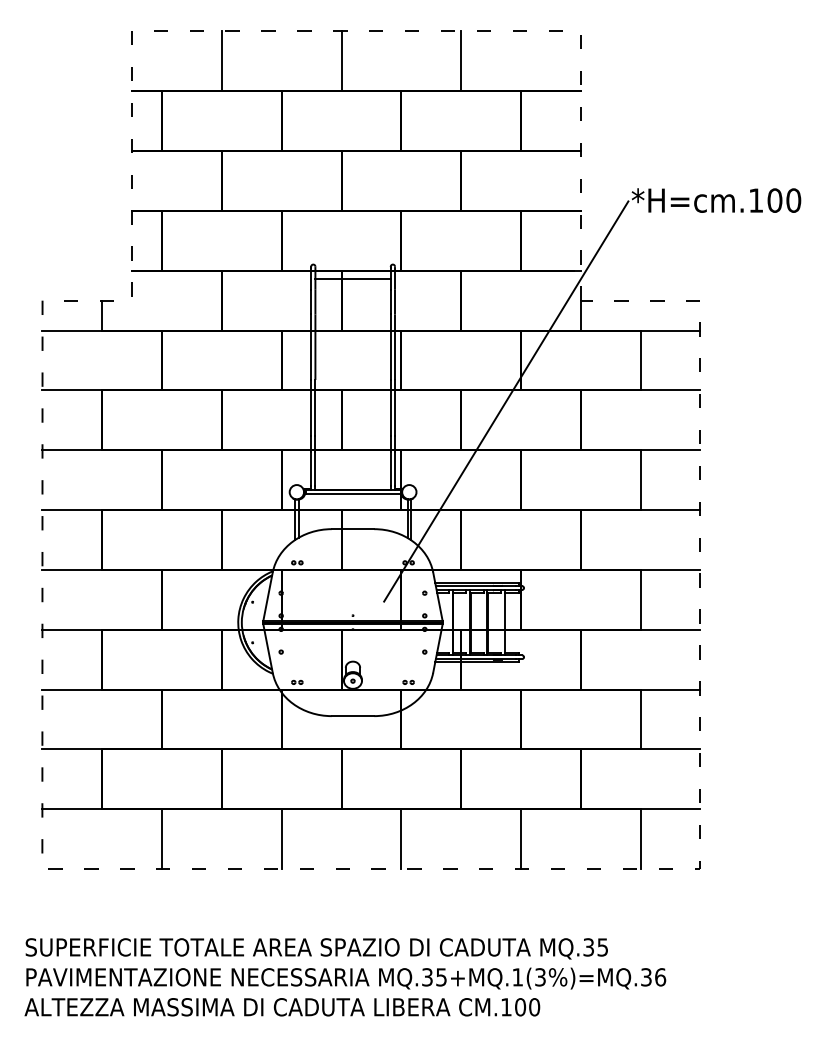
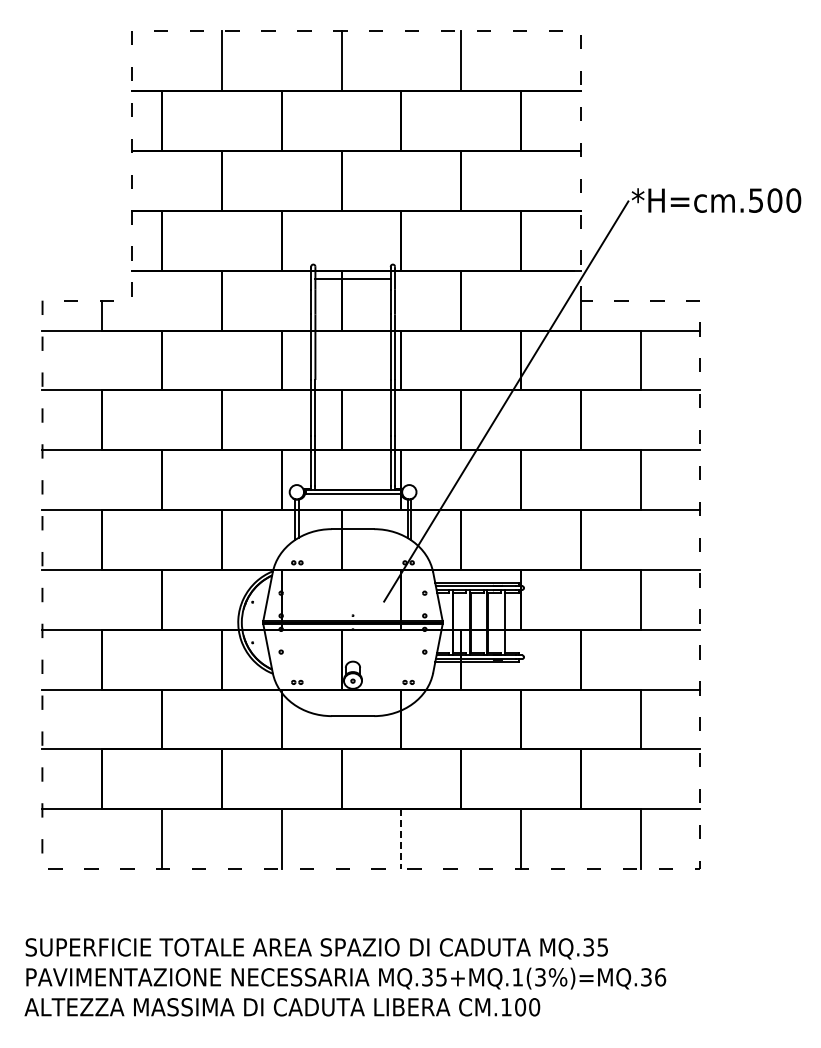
text at (755, 200): *H=cm.100 -> *H=cm.500
line at (401, 839): solid -> dashed
